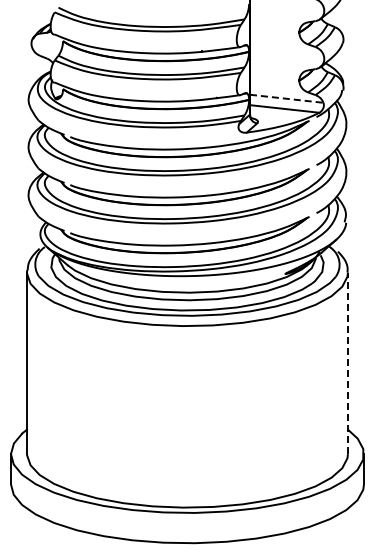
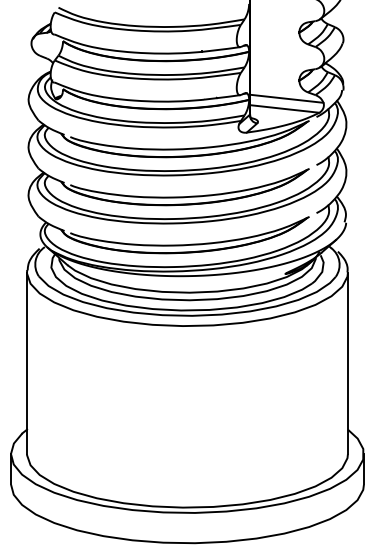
line at (286, 98): dashed -> solid
line at (347, 363): dashed -> solid
